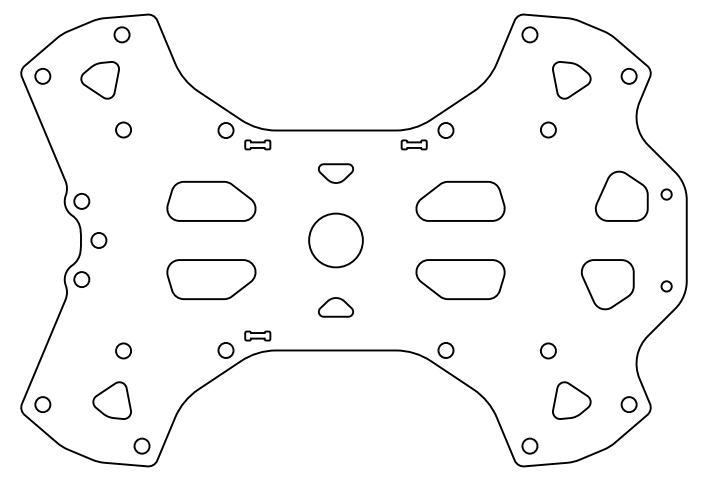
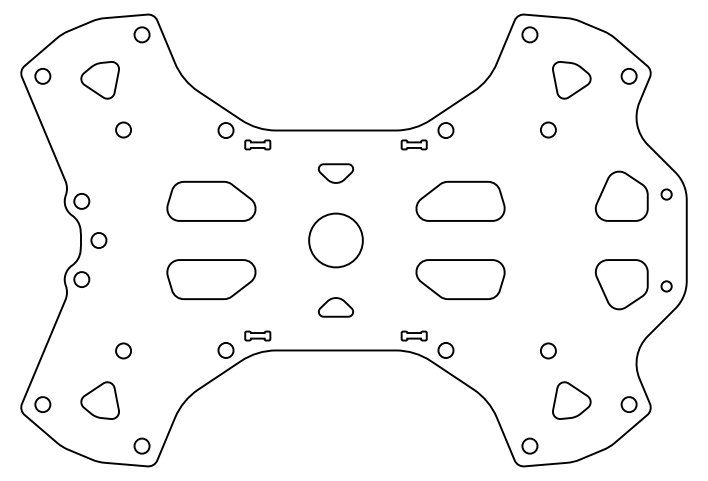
circle at (121, 34) position: (121, 34) -> (141, 34)
part at (607, 284) position: (607, 284) -> (621, 284)
part at (413, 335): none -> present
part at (111, 400) position: (111, 400) -> (99, 400)
